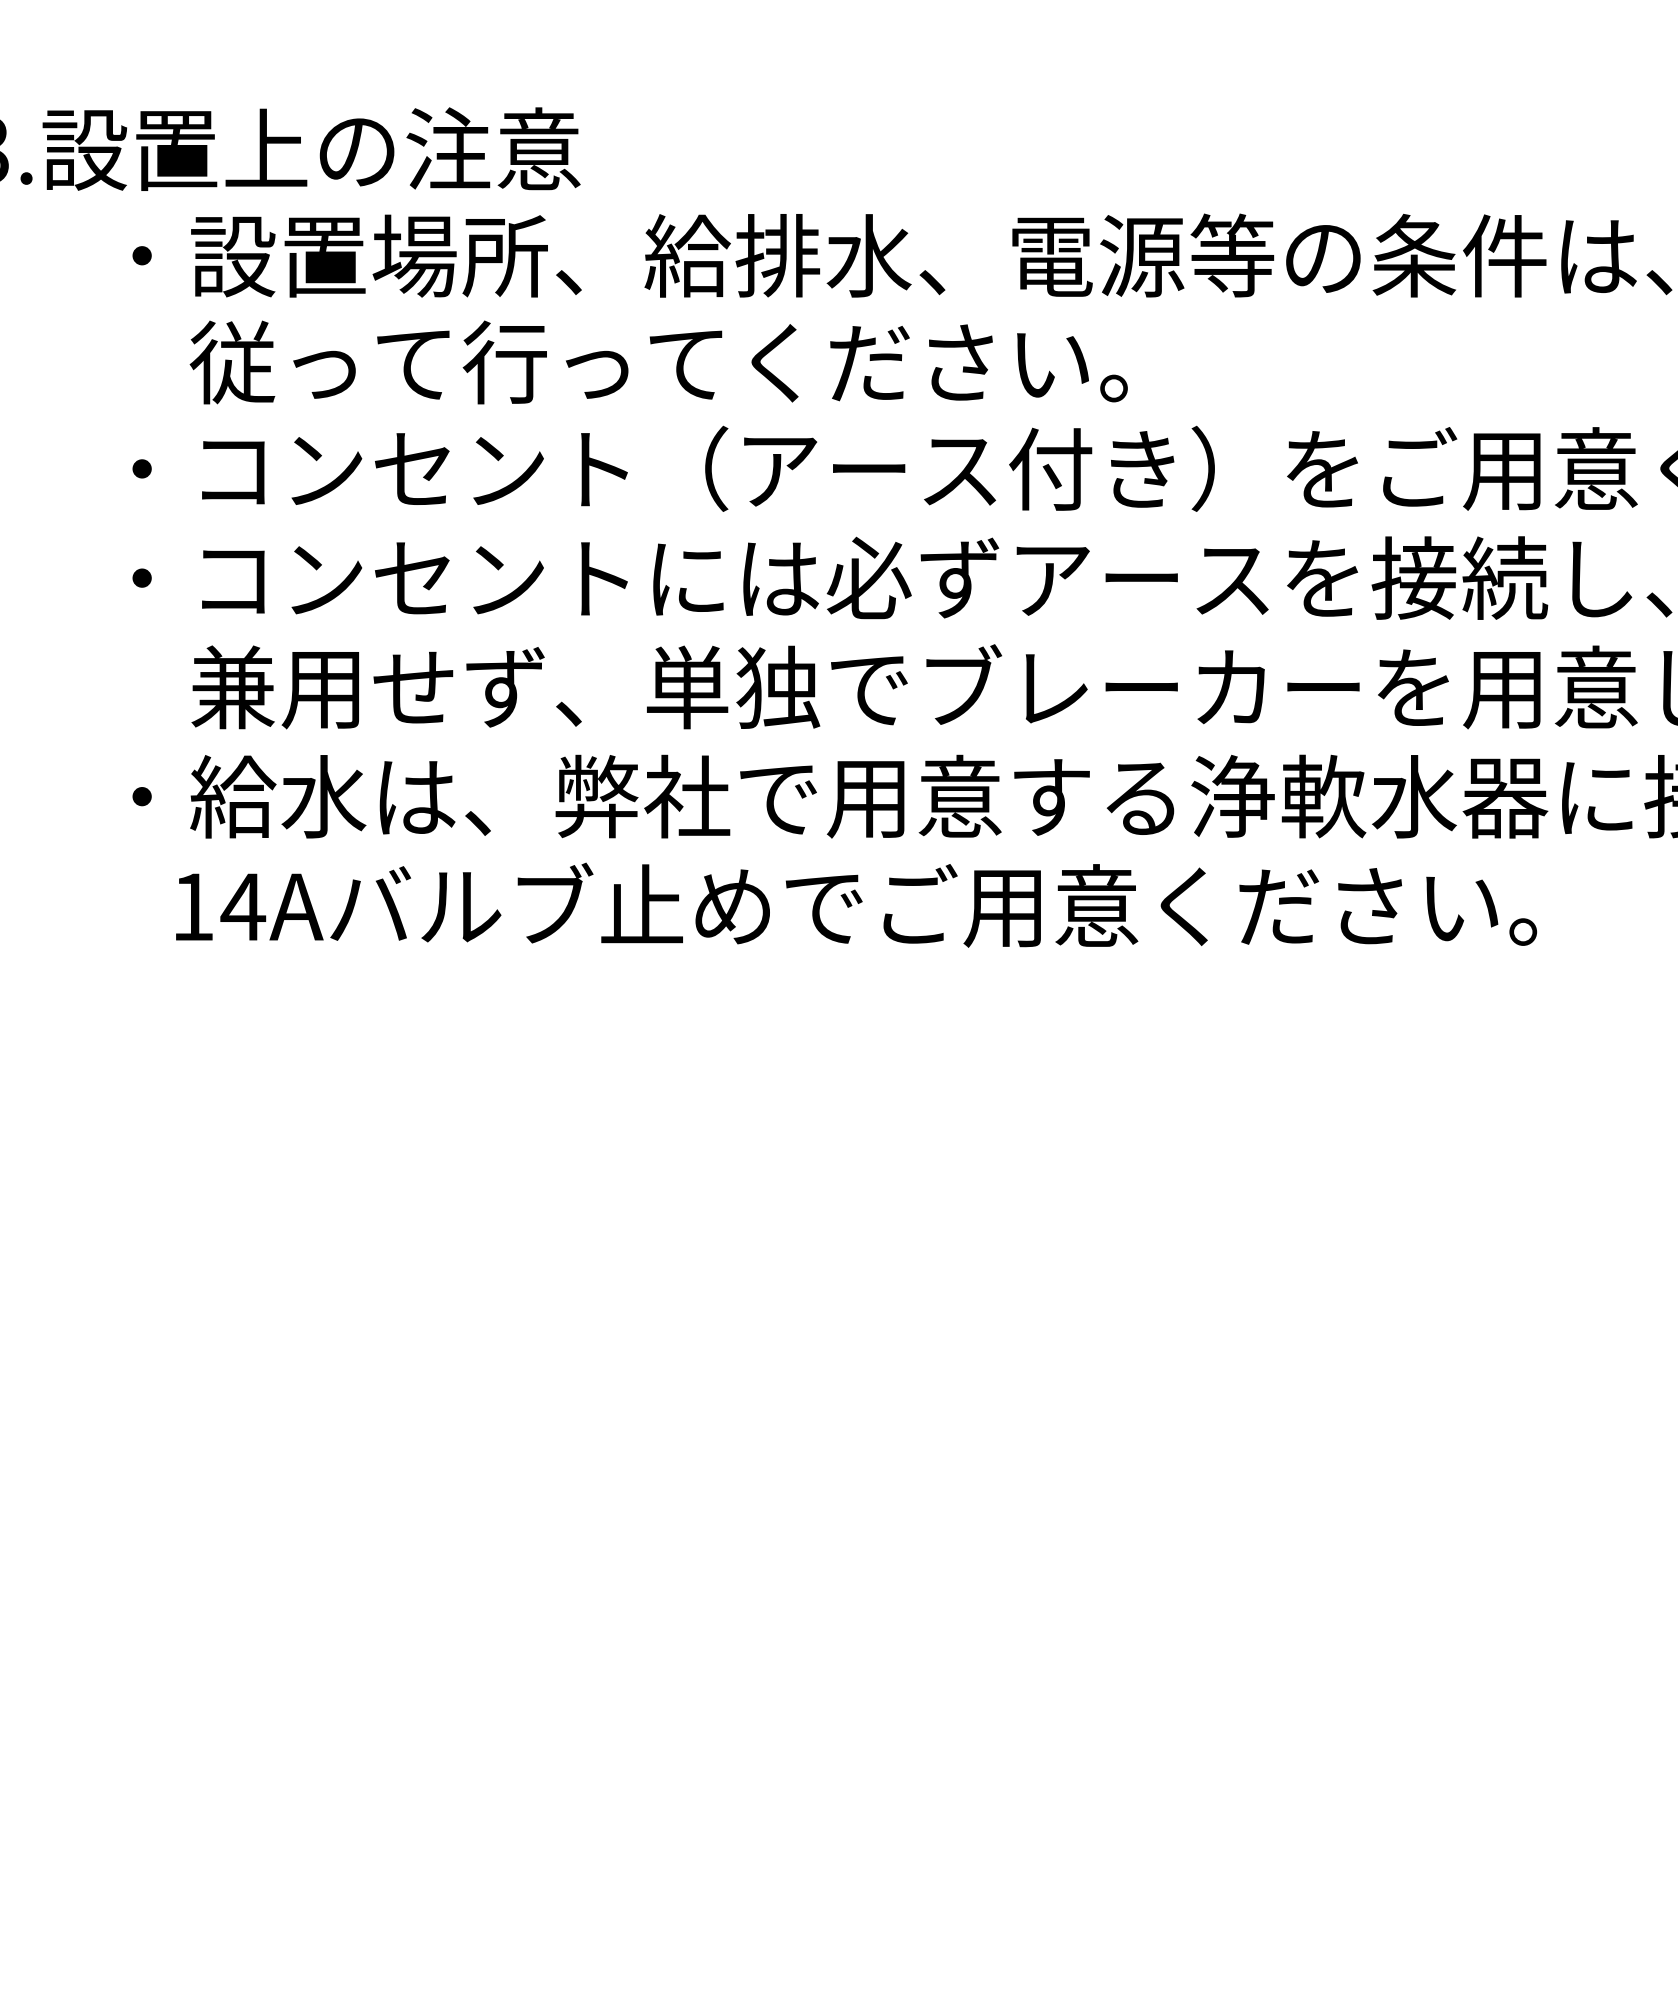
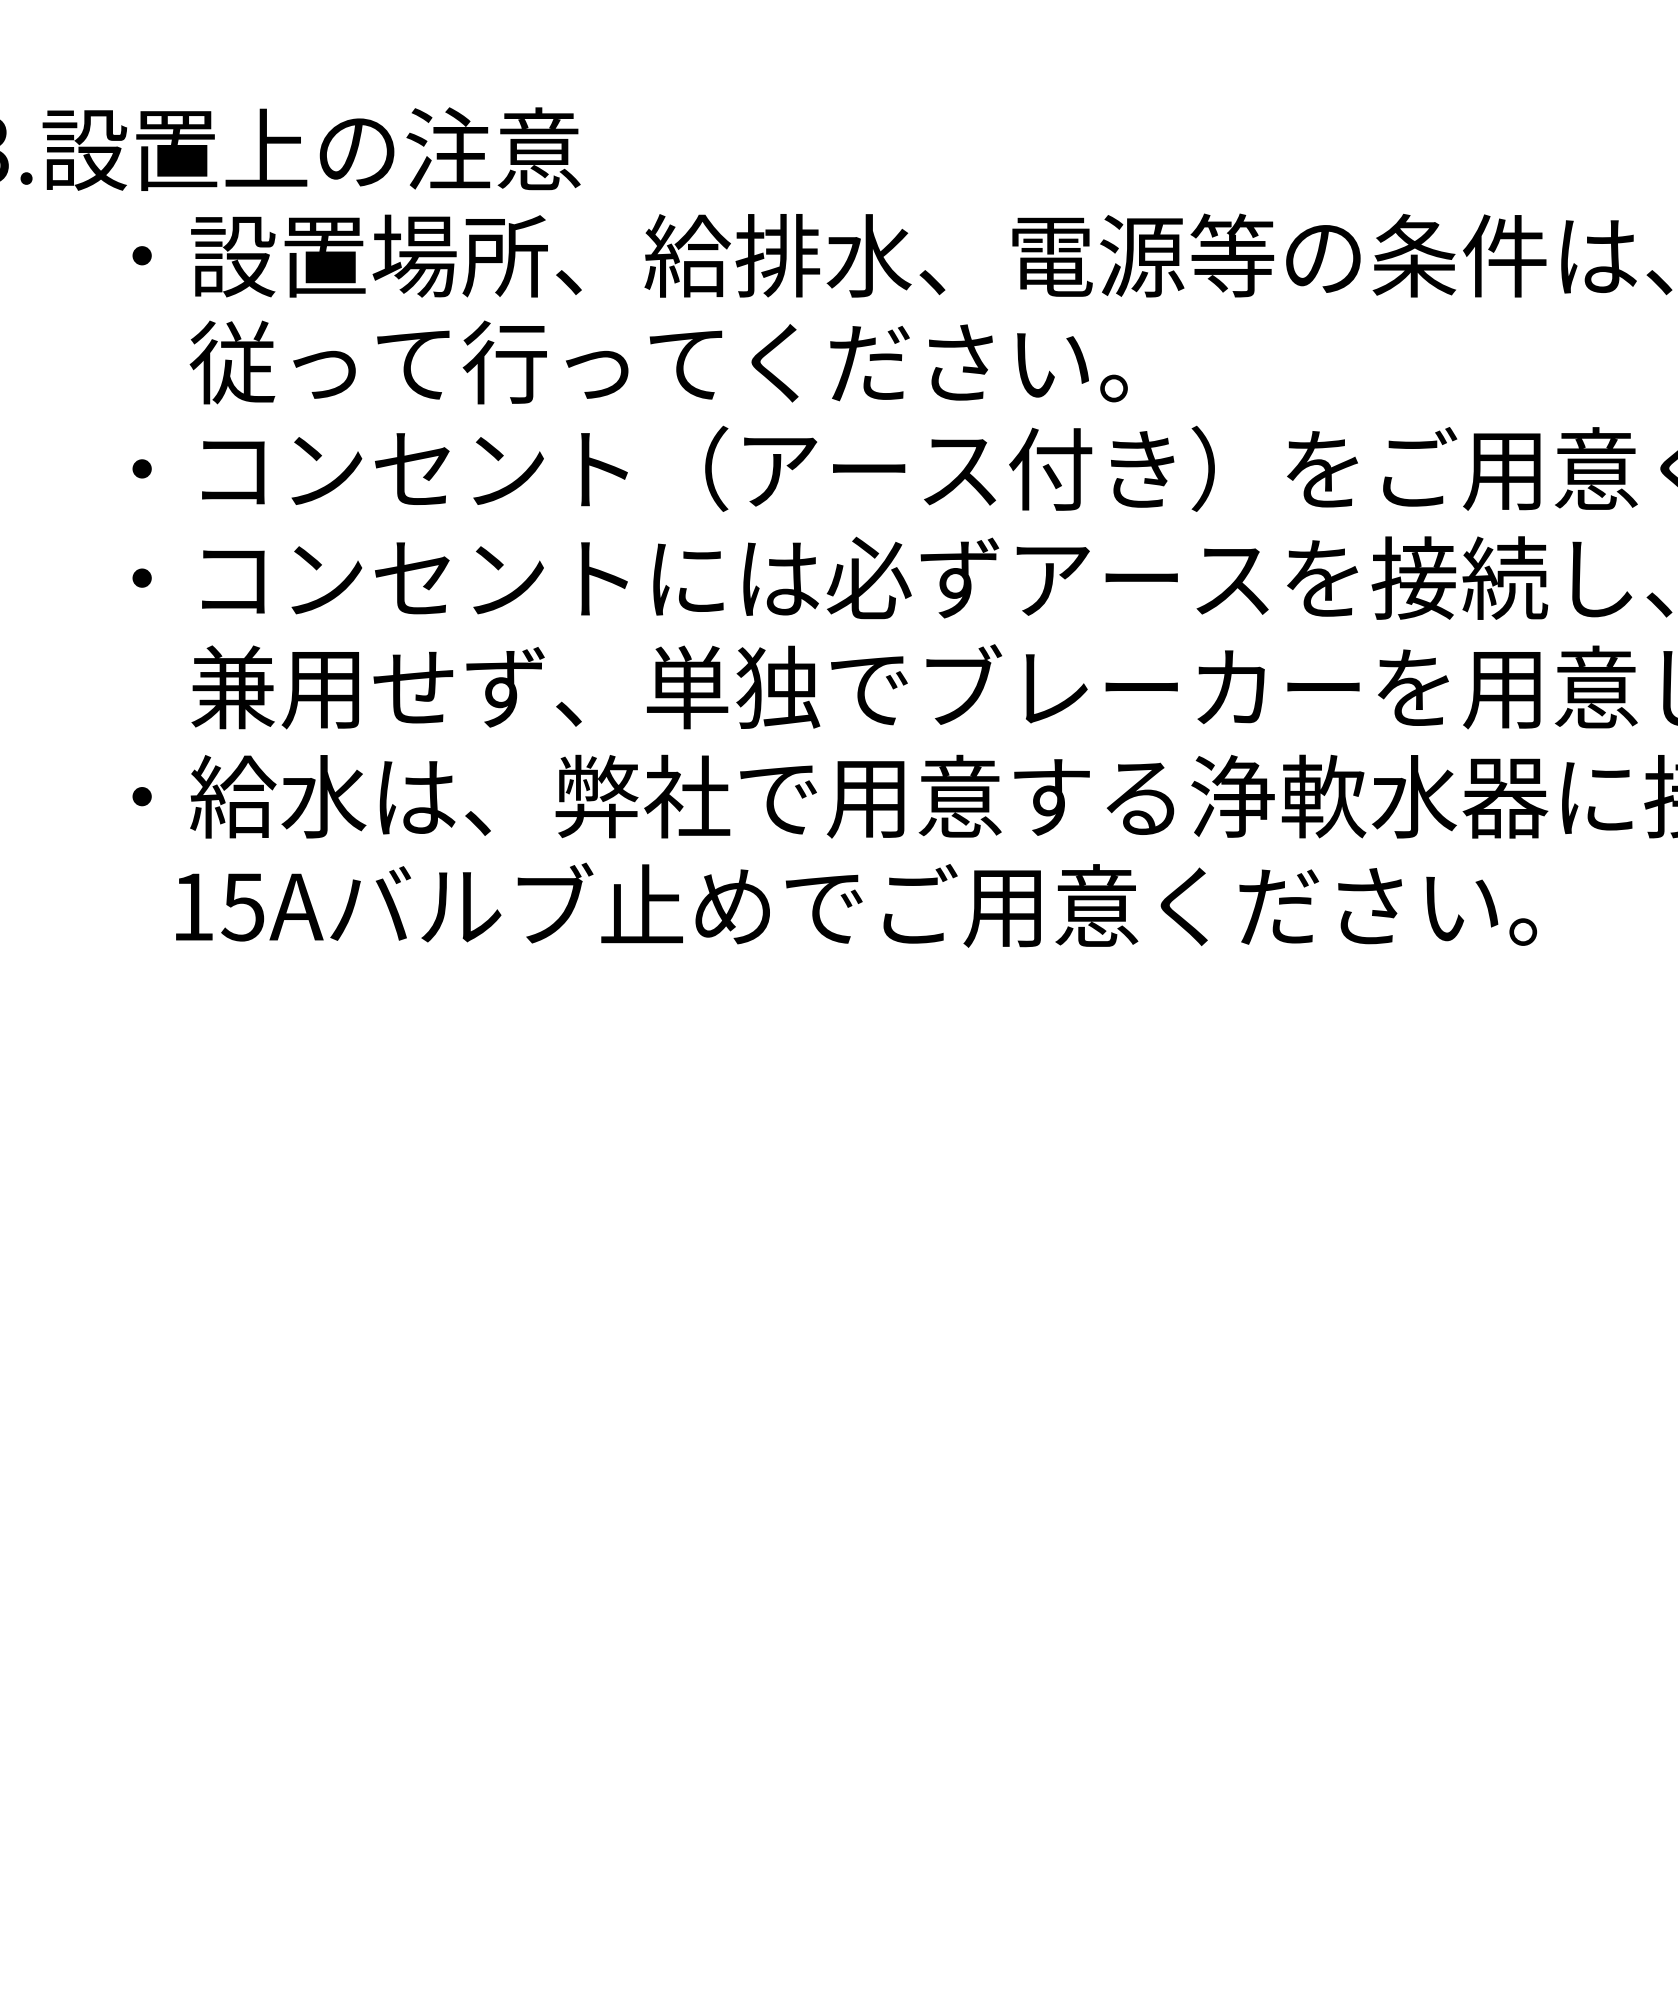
text at (243, 907): 14A -> 15A
